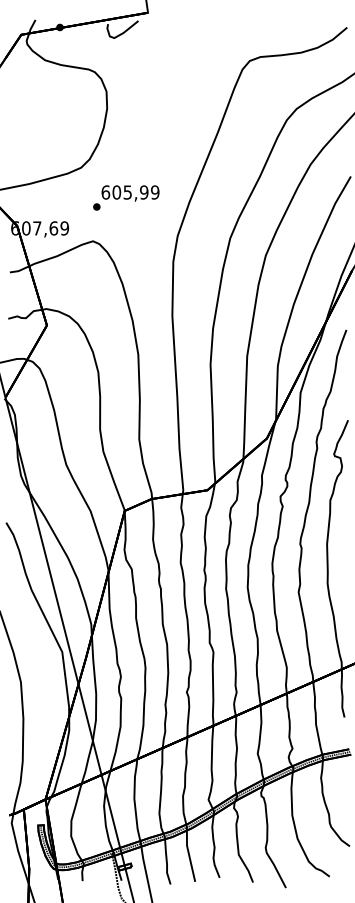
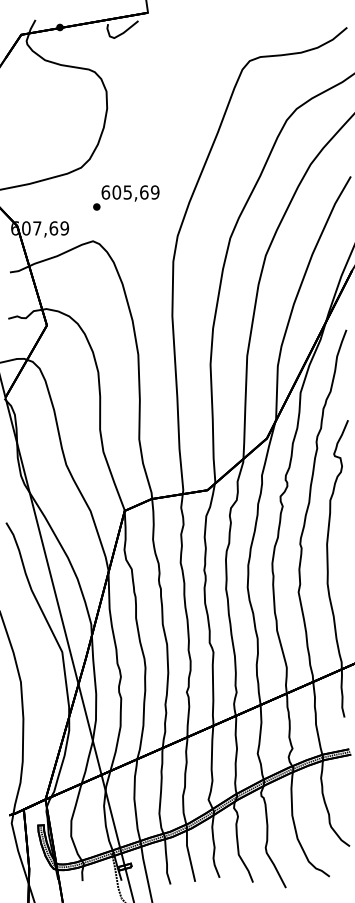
text at (144, 192): 605,99 -> 605,69
